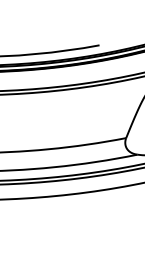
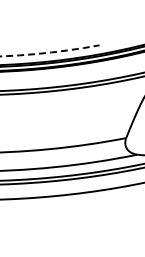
arc at (50, 52): solid -> dashed
